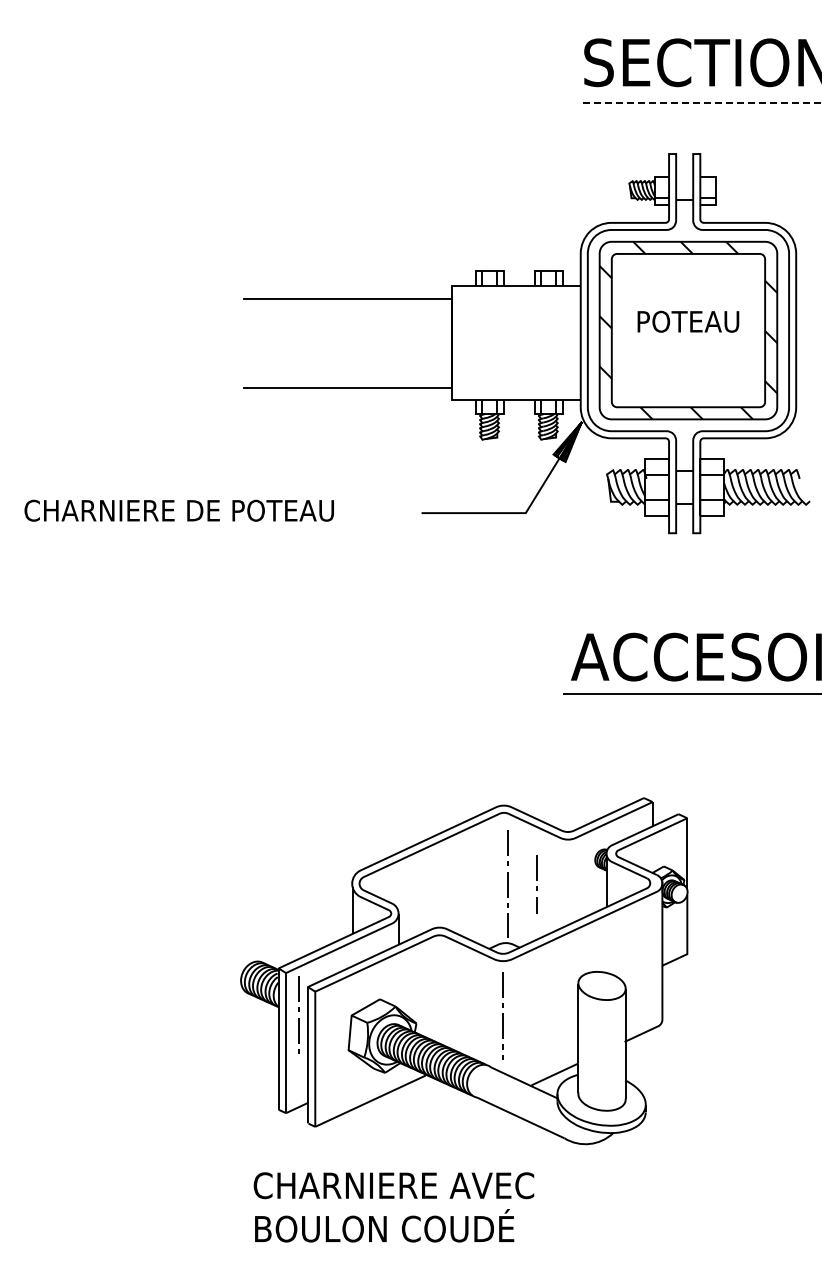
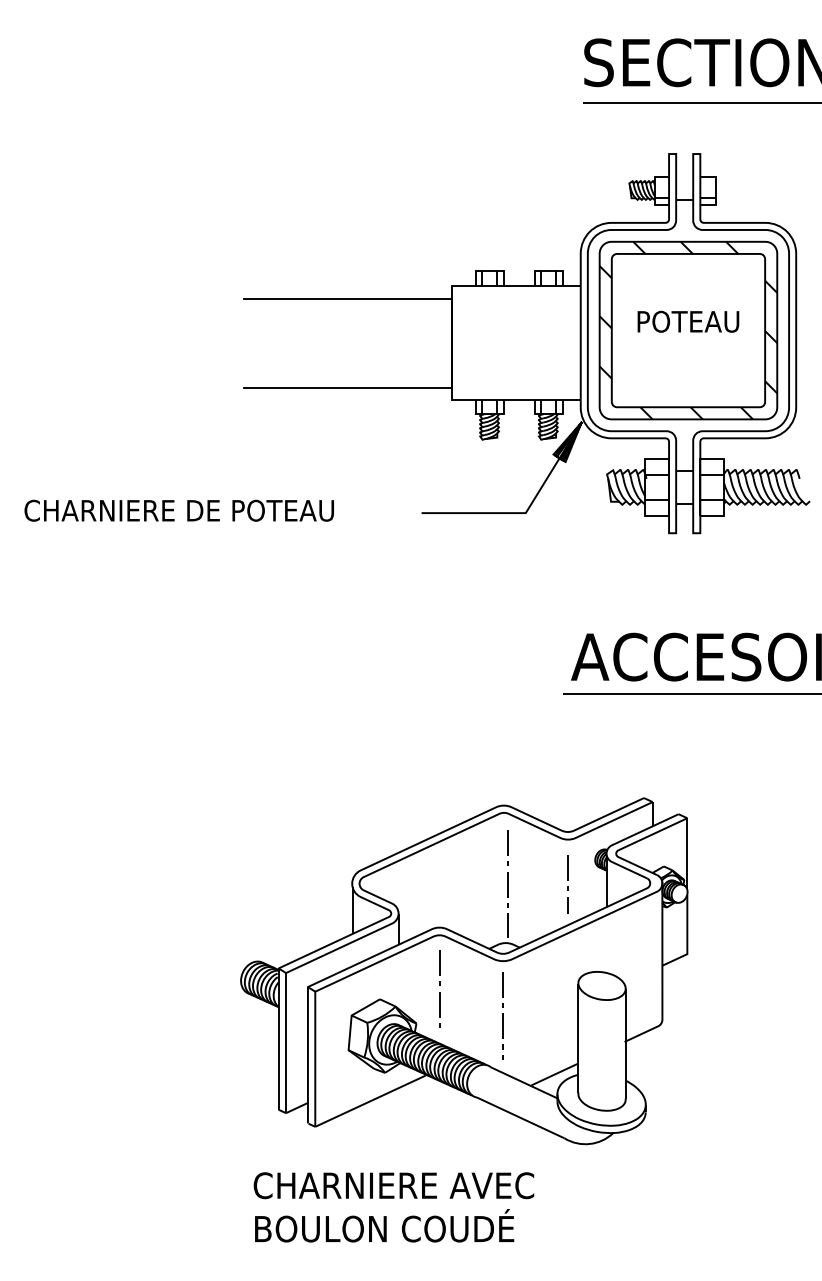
line at (702, 103): dashed -> solid
line at (536, 886) position: (536, 886) -> (567, 886)
line at (298, 1011) position: (298, 1011) -> (439, 985)
